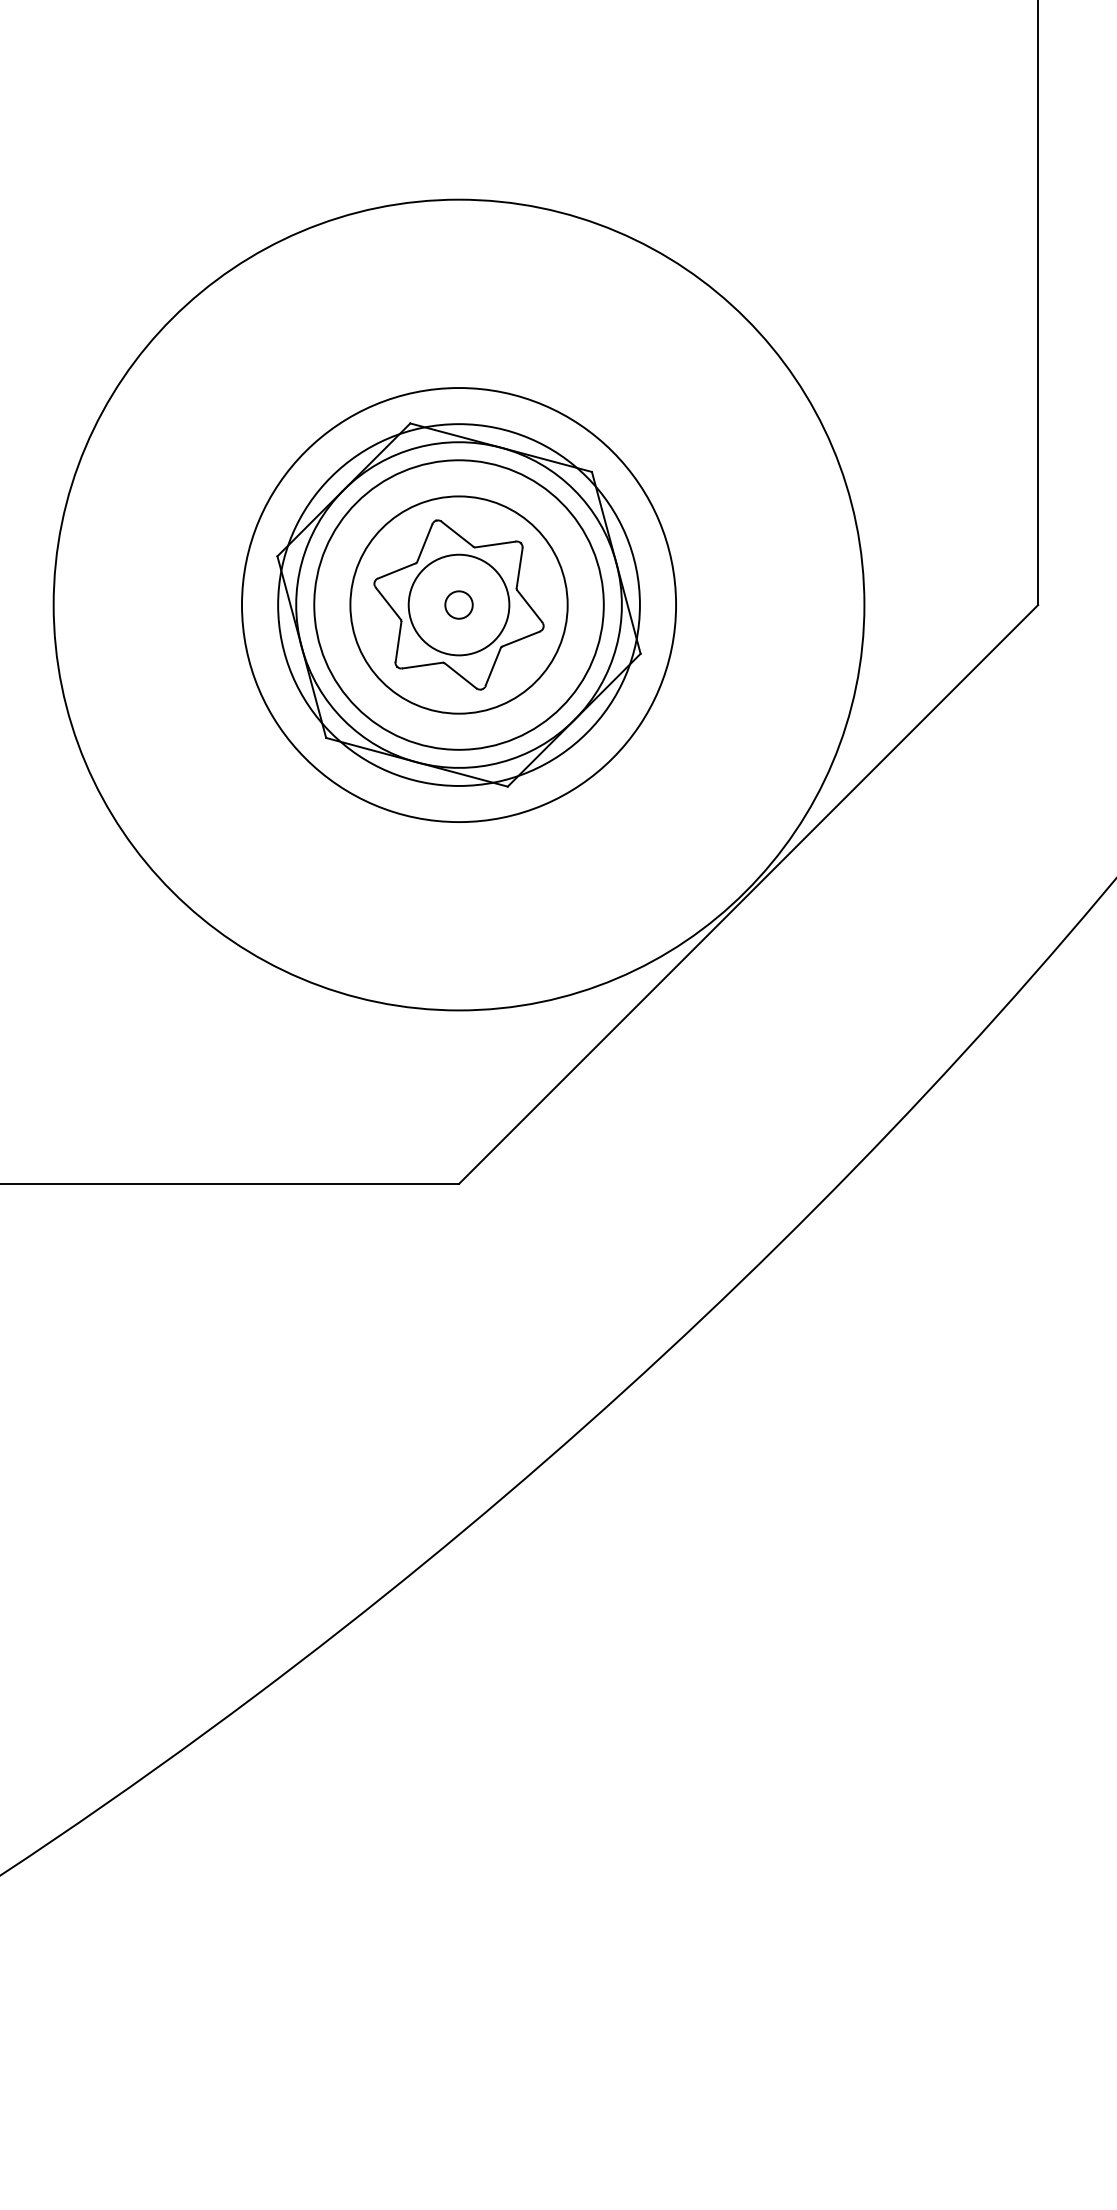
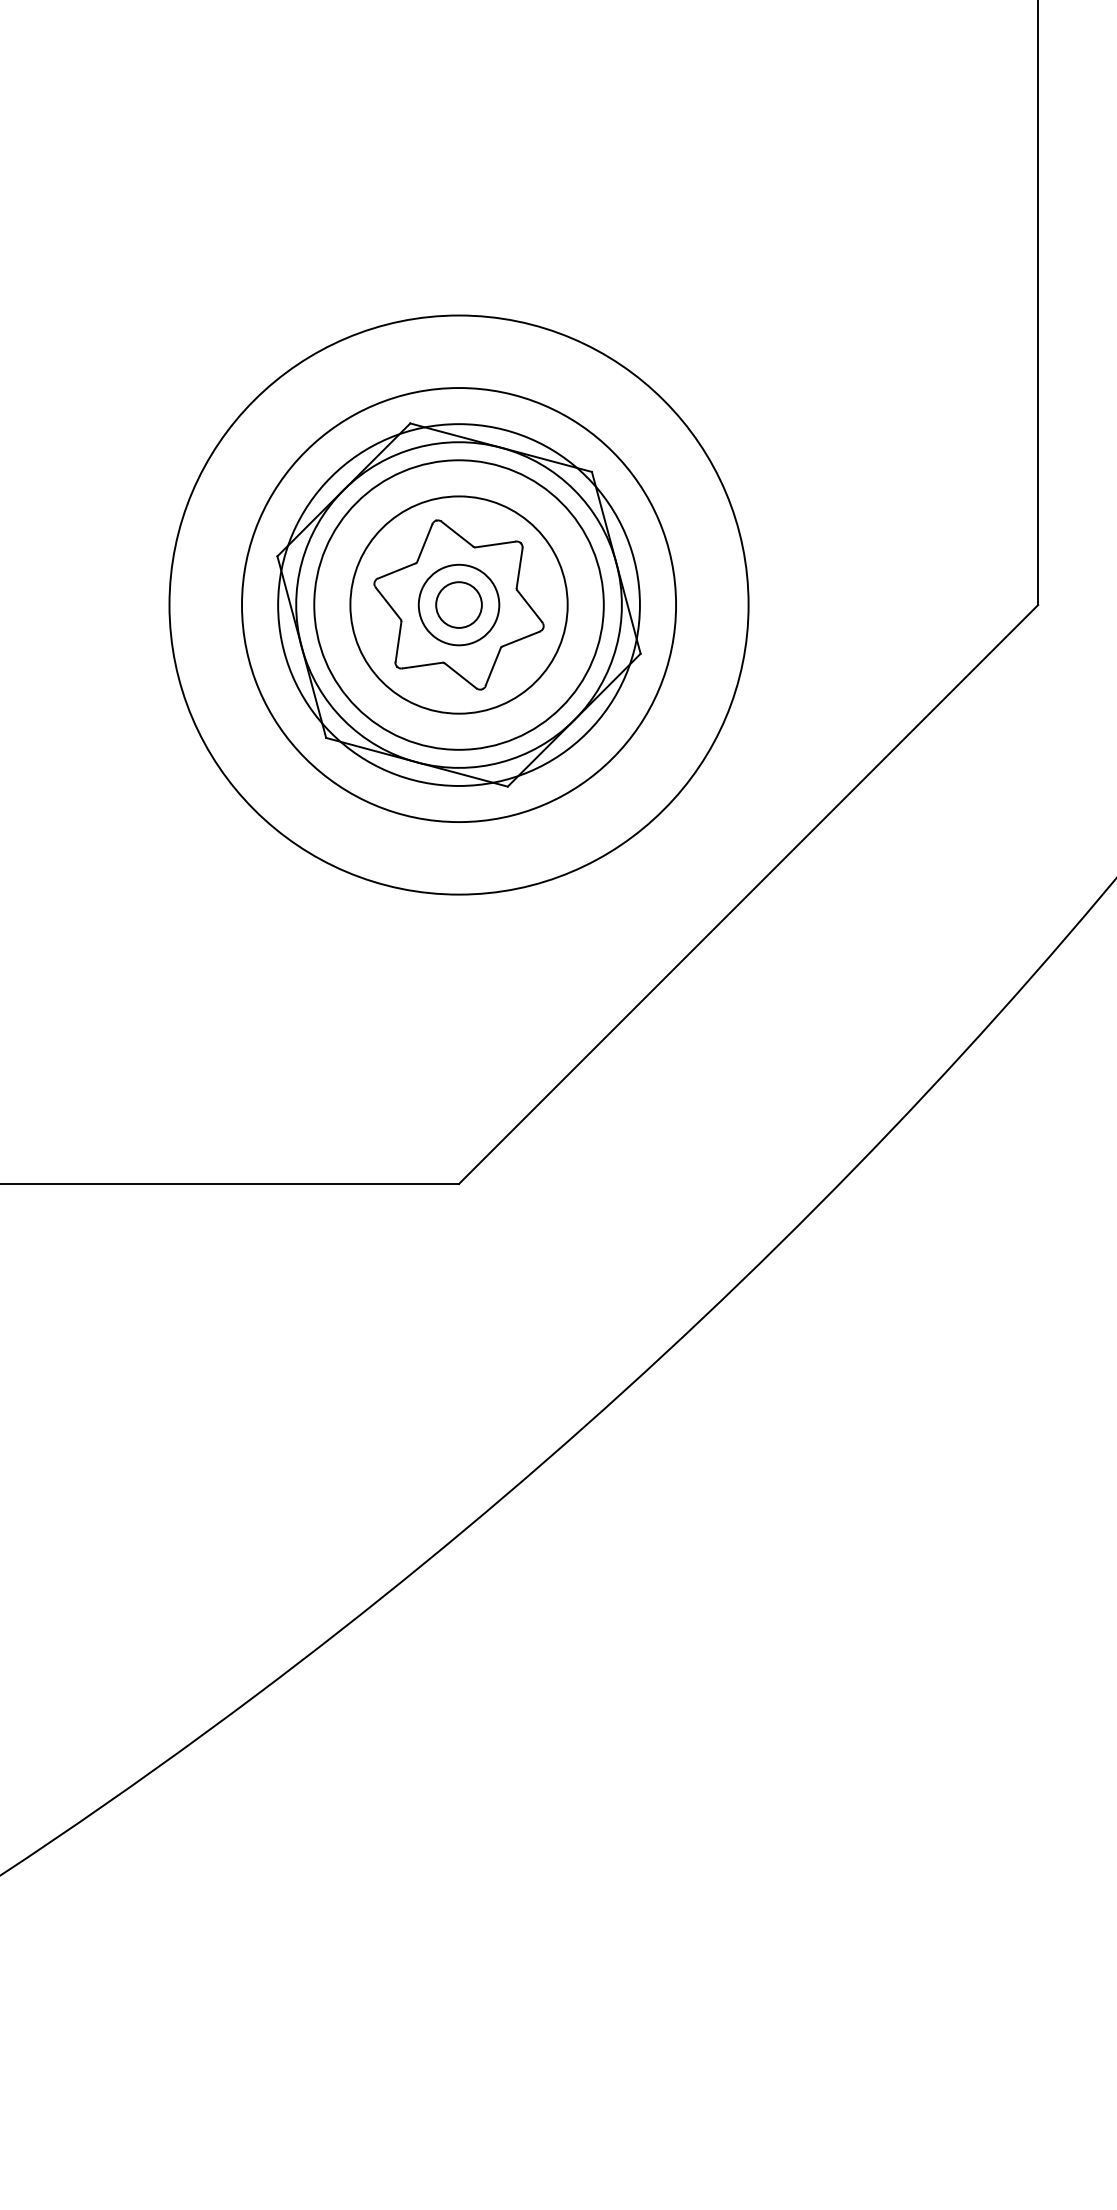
circle at (458, 604) diameter: 101 px -> 81 px
circle at (458, 604) diameter: 27 px -> 46 px
circle at (458, 604) diameter: 811 px -> 579 px
